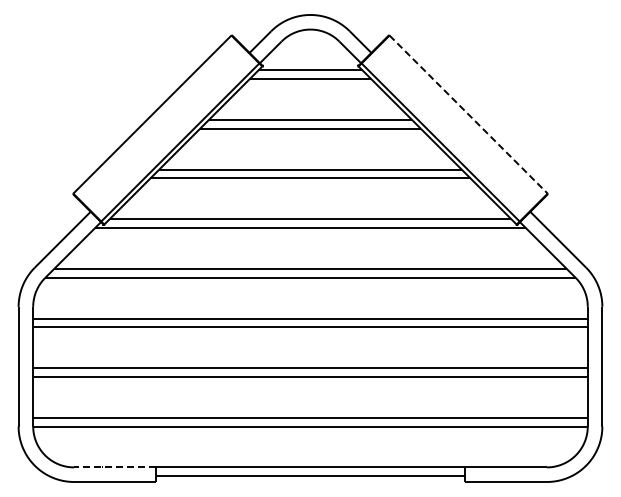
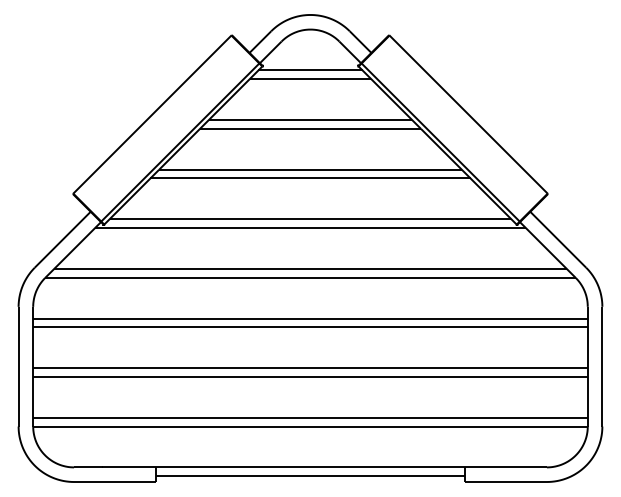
line at (468, 114): dashed -> solid
line at (114, 467): dashed -> solid
